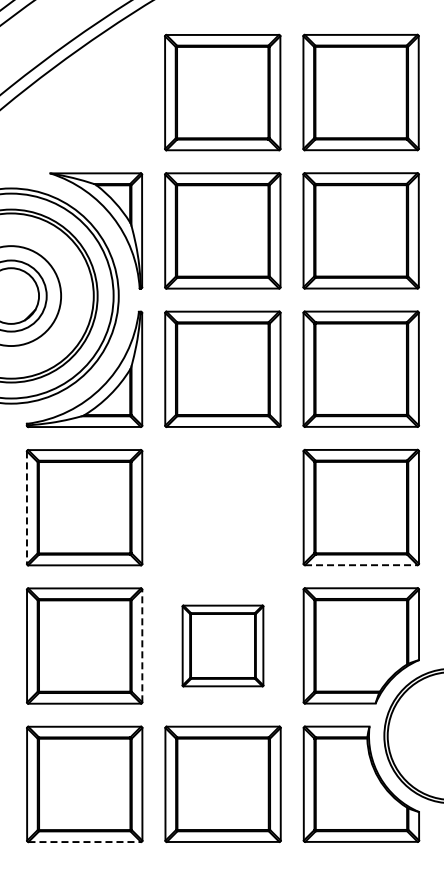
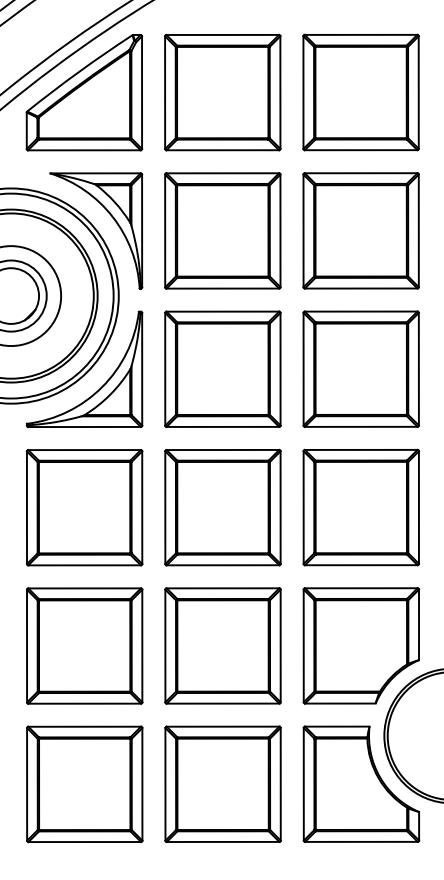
part at (84, 92): none -> present
part at (222, 507): none -> present
line at (26, 508): dashed -> solid
line at (361, 565): dashed -> solid
line at (142, 645): dashed -> solid
part at (222, 645) size: 84x84 px -> 118x118 px
line at (85, 842): dashed -> solid
